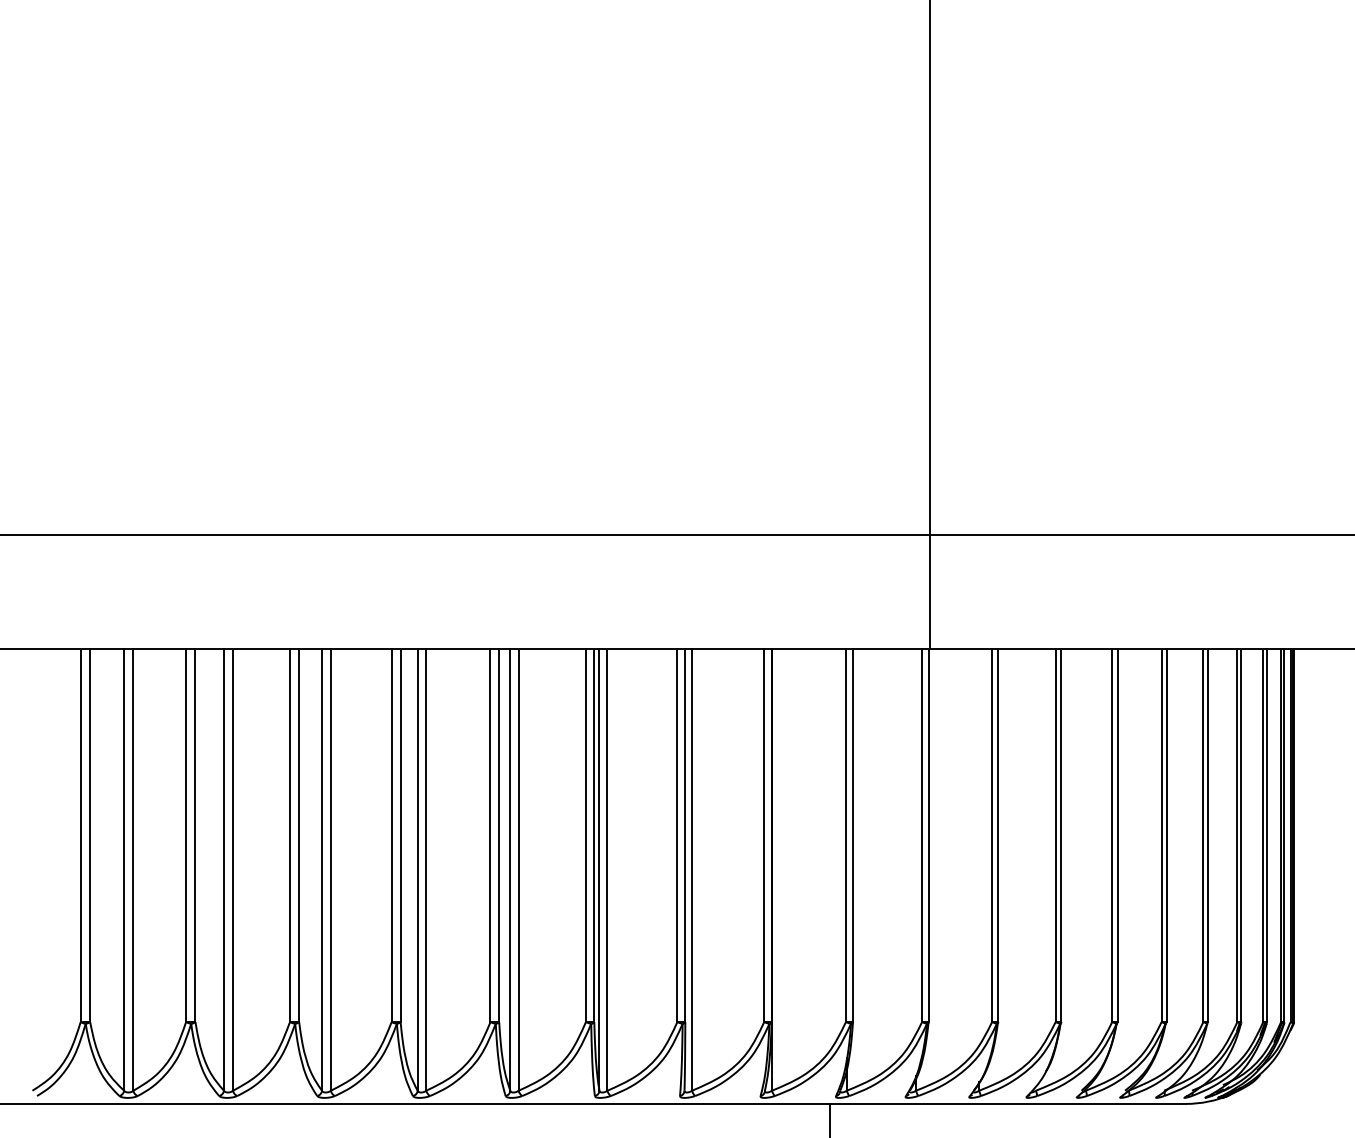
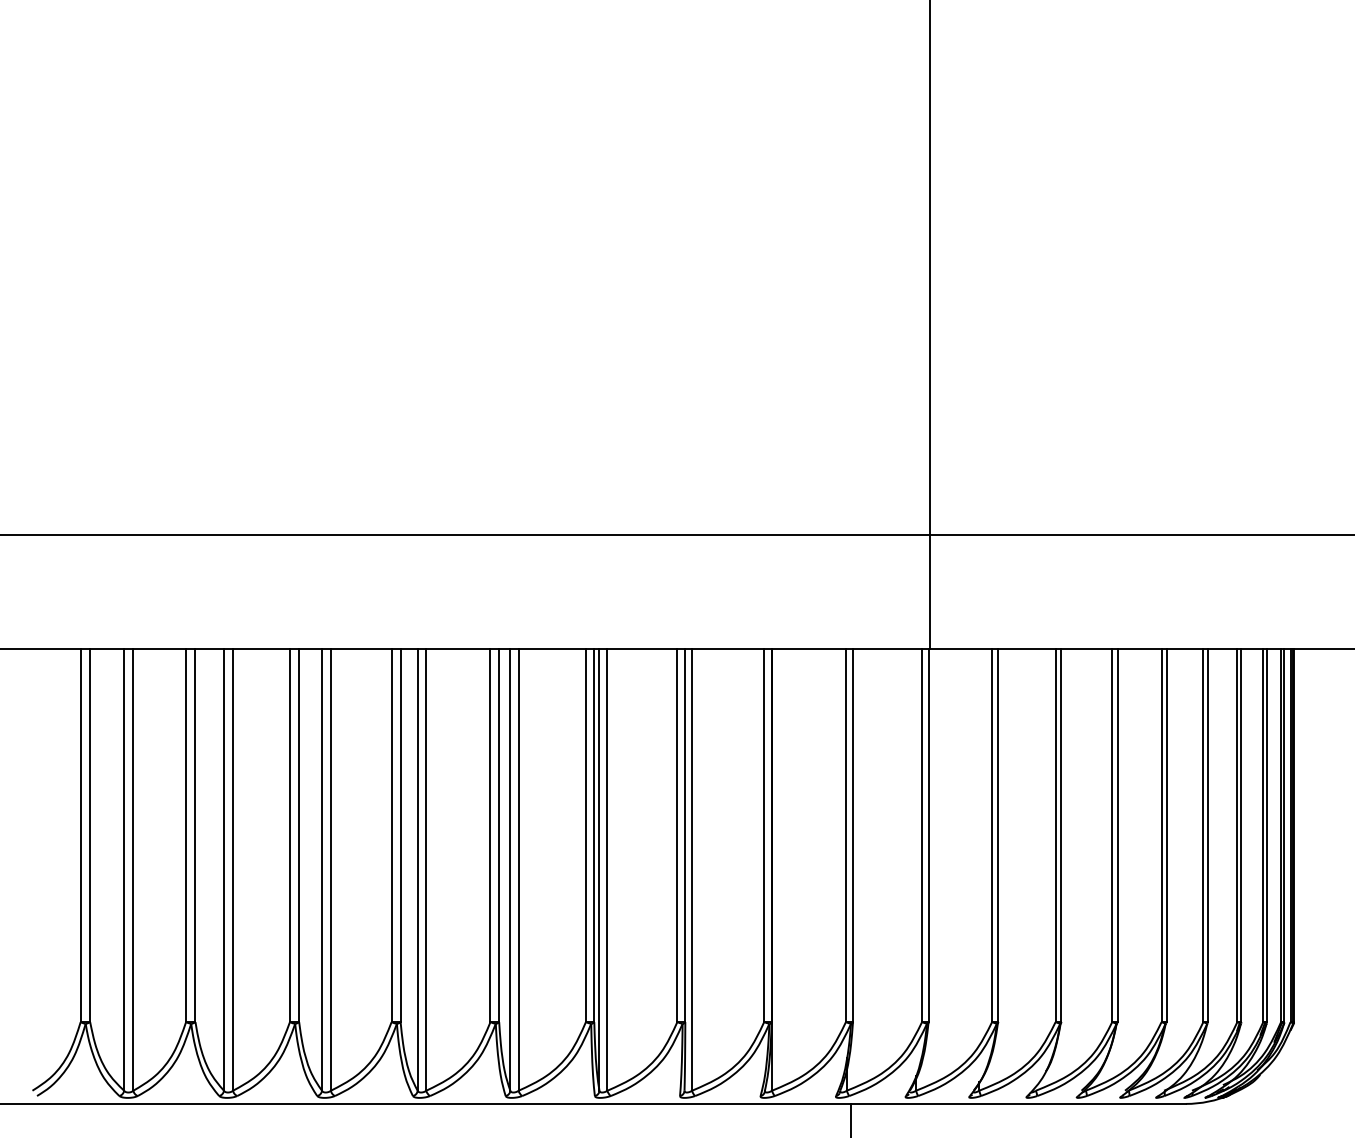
line at (829, 1118) position: (829, 1118) -> (850, 1118)
